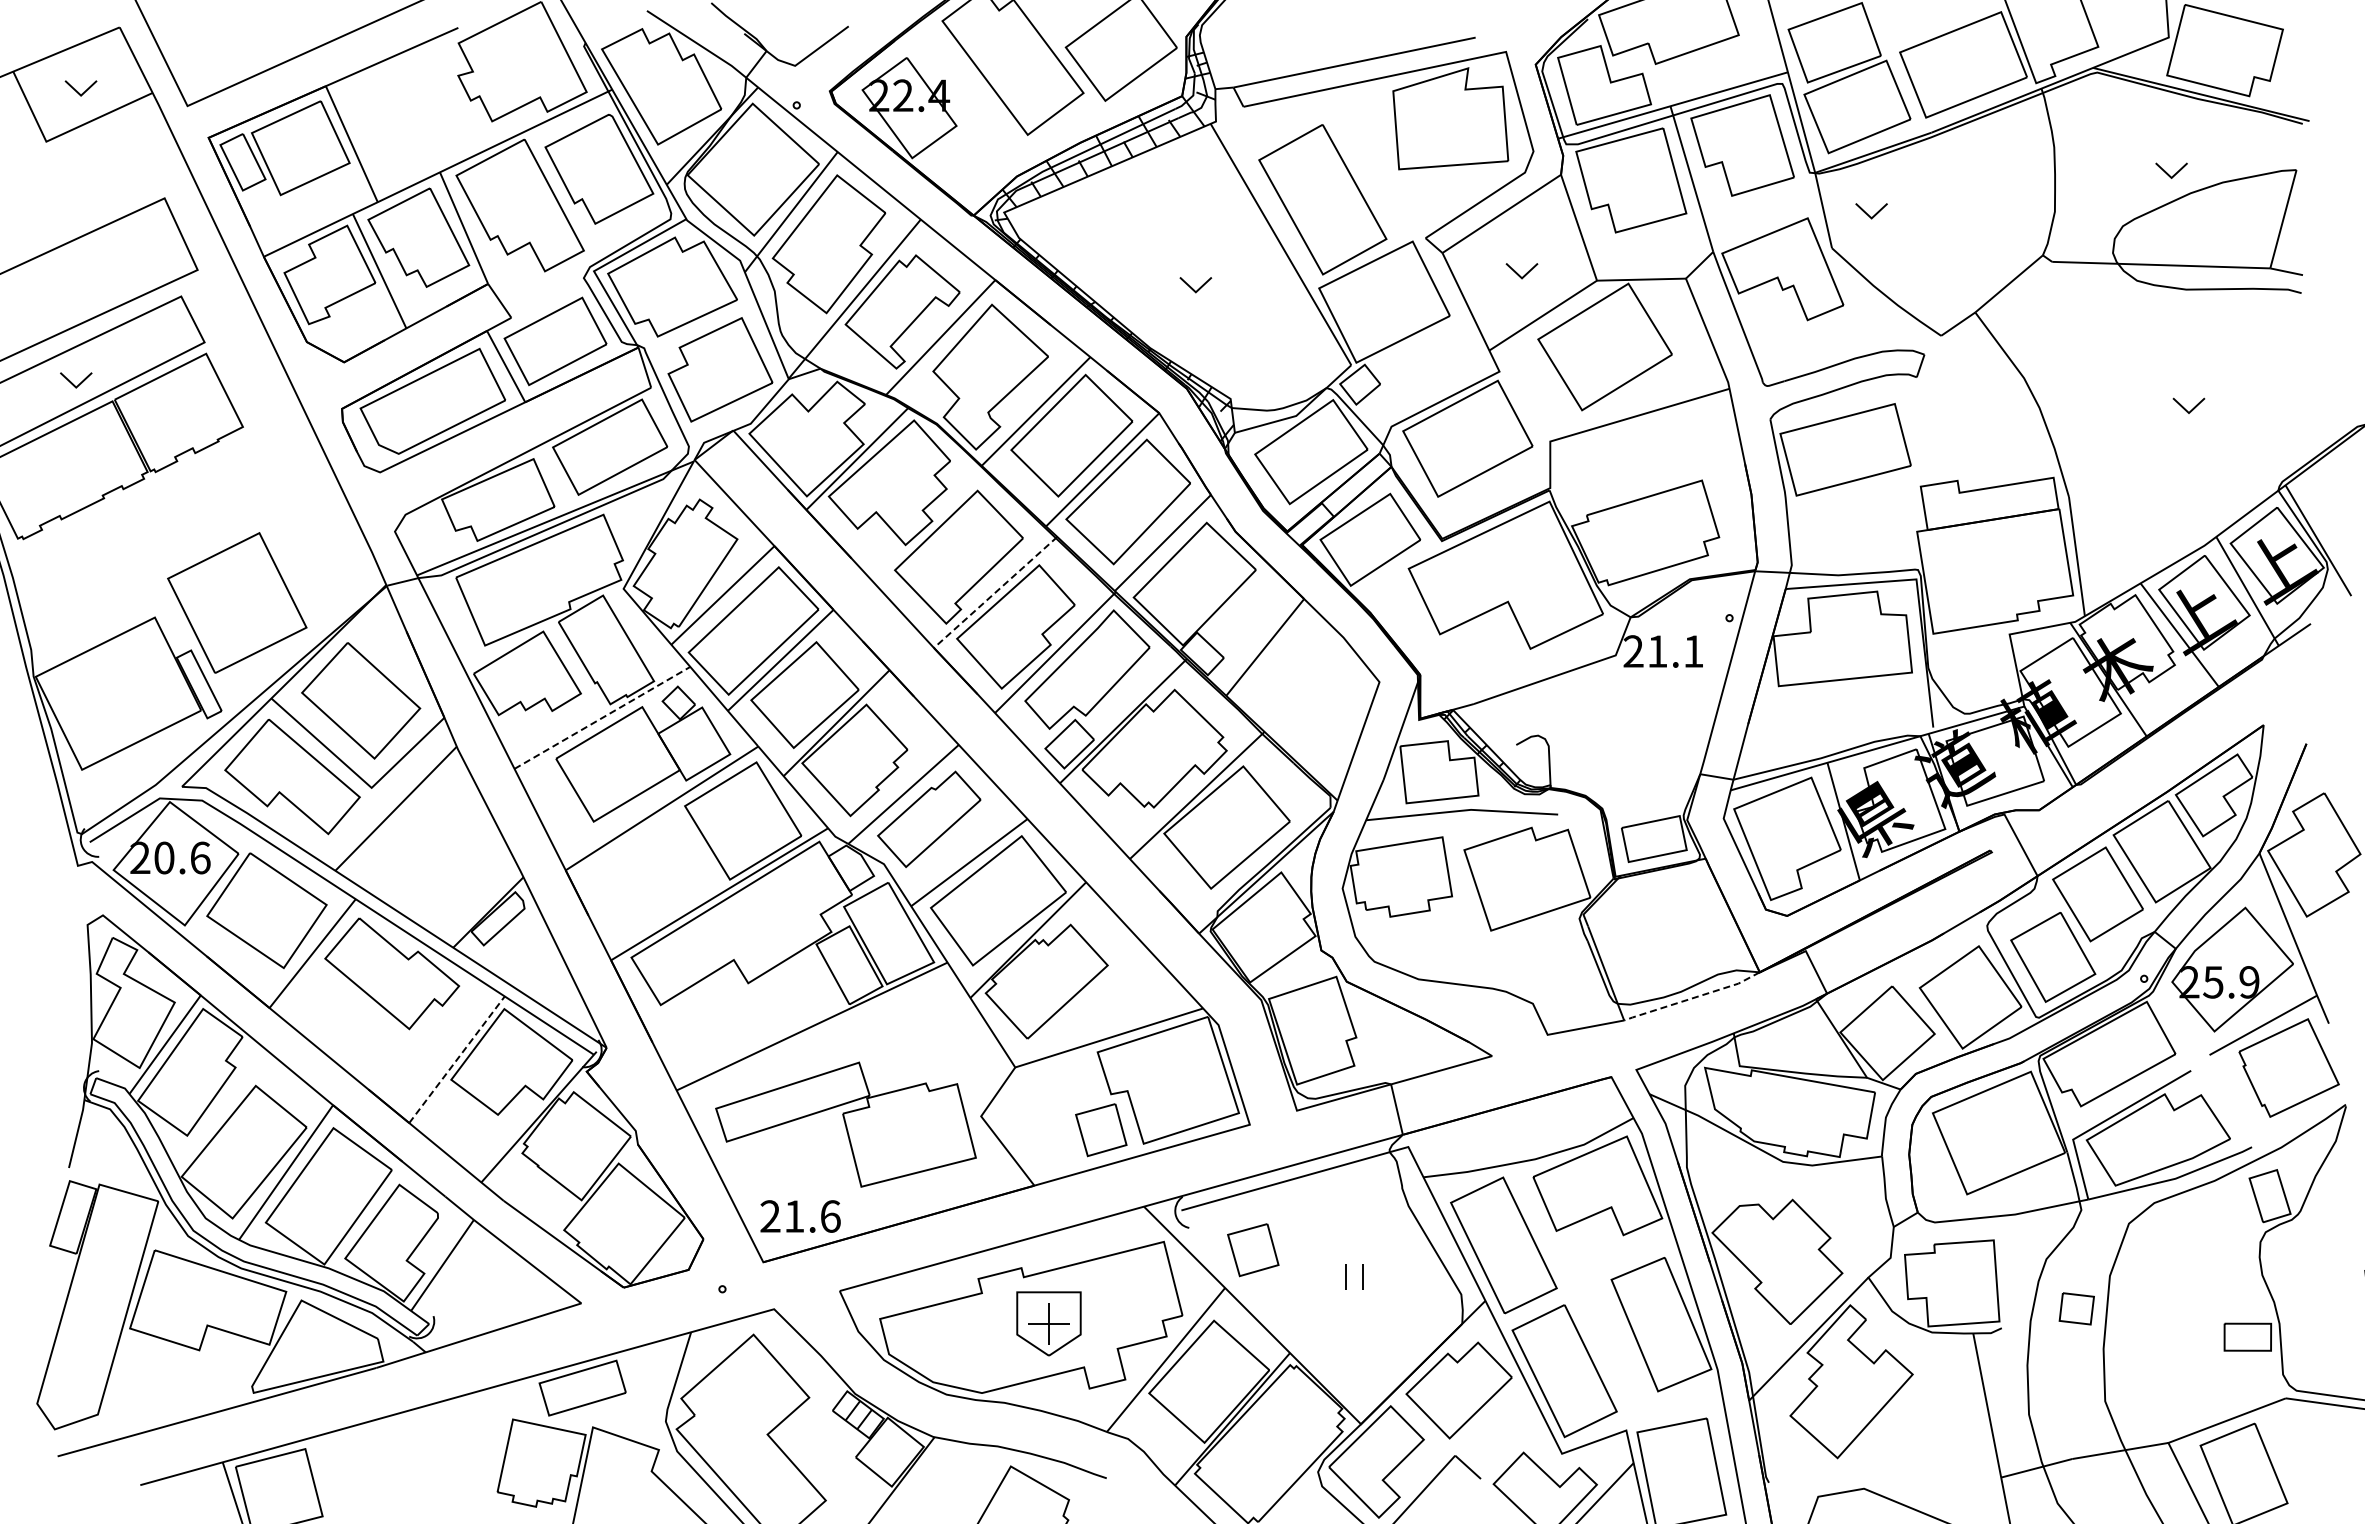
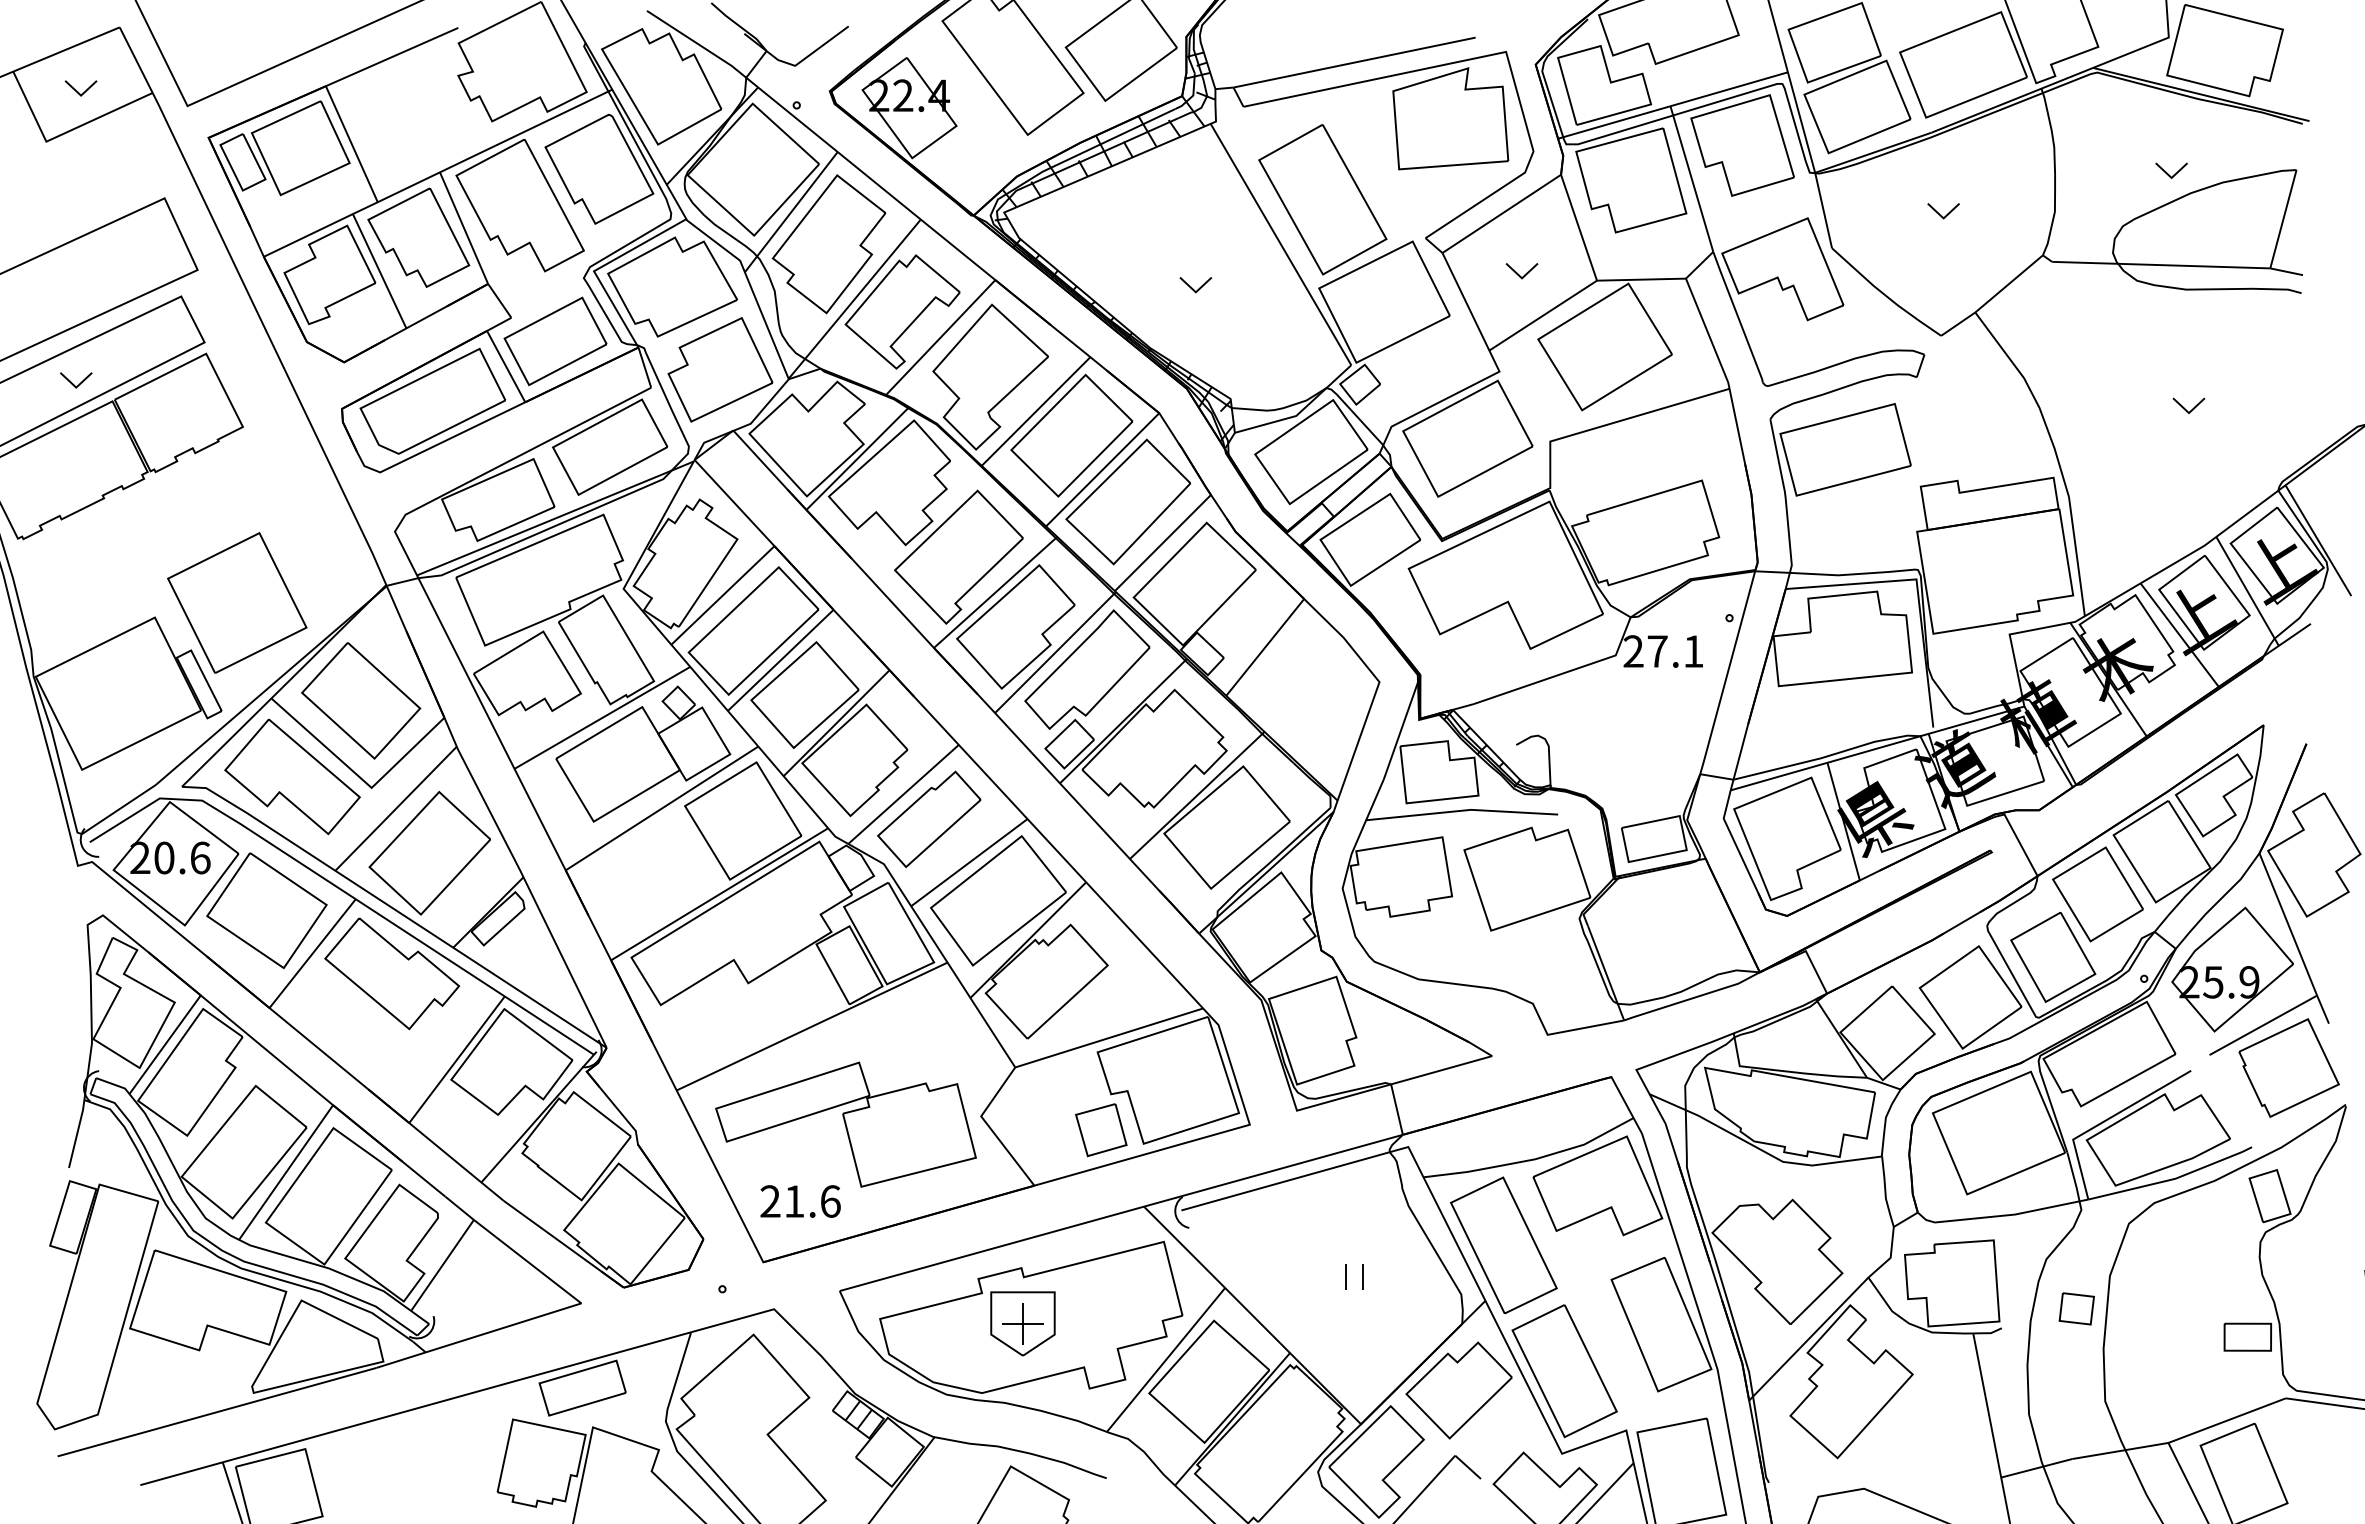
part at (1871, 211) position: (1871, 211) -> (1943, 211)
line at (995, 592): dashed -> solid
text at (1657, 651): 21.1 -> 27.1
line at (602, 717): dashed -> solid
part at (429, 853): none -> present
line at (1693, 998): dashed -> solid
line at (457, 1059): dashed -> solid
text at (800, 1216) position: (800, 1216) -> (800, 1201)
part at (1253, 1250): present -> none
part at (1048, 1323) position: (1048, 1323) -> (1022, 1323)
